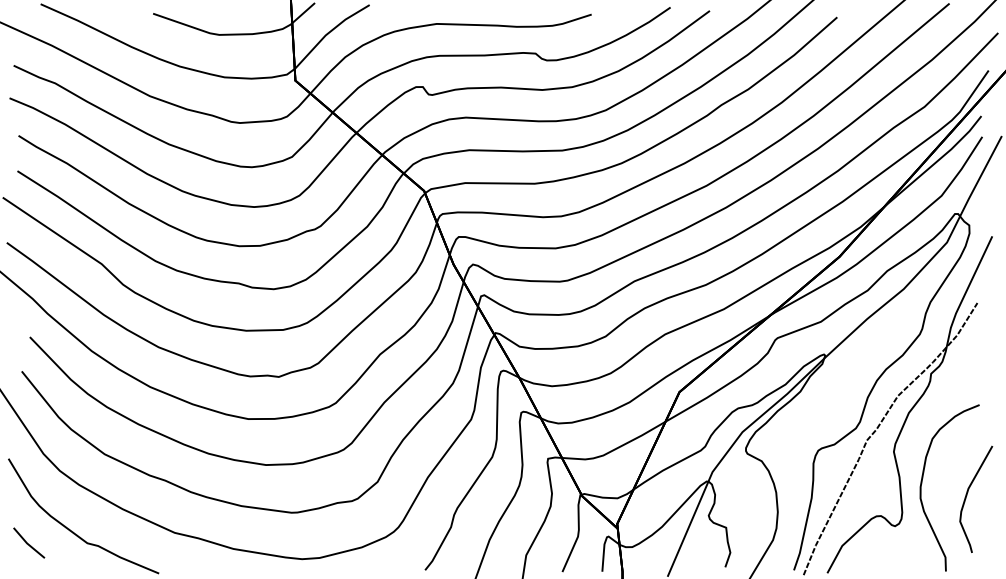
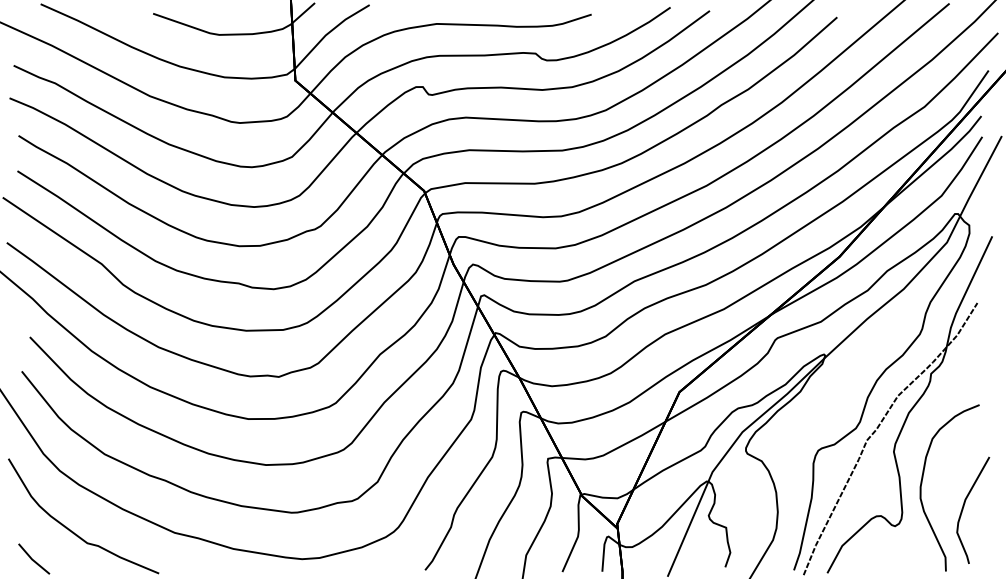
curve at (967, 495) position: (967, 495) -> (964, 506)
line at (28, 543) position: (28, 543) -> (33, 559)
